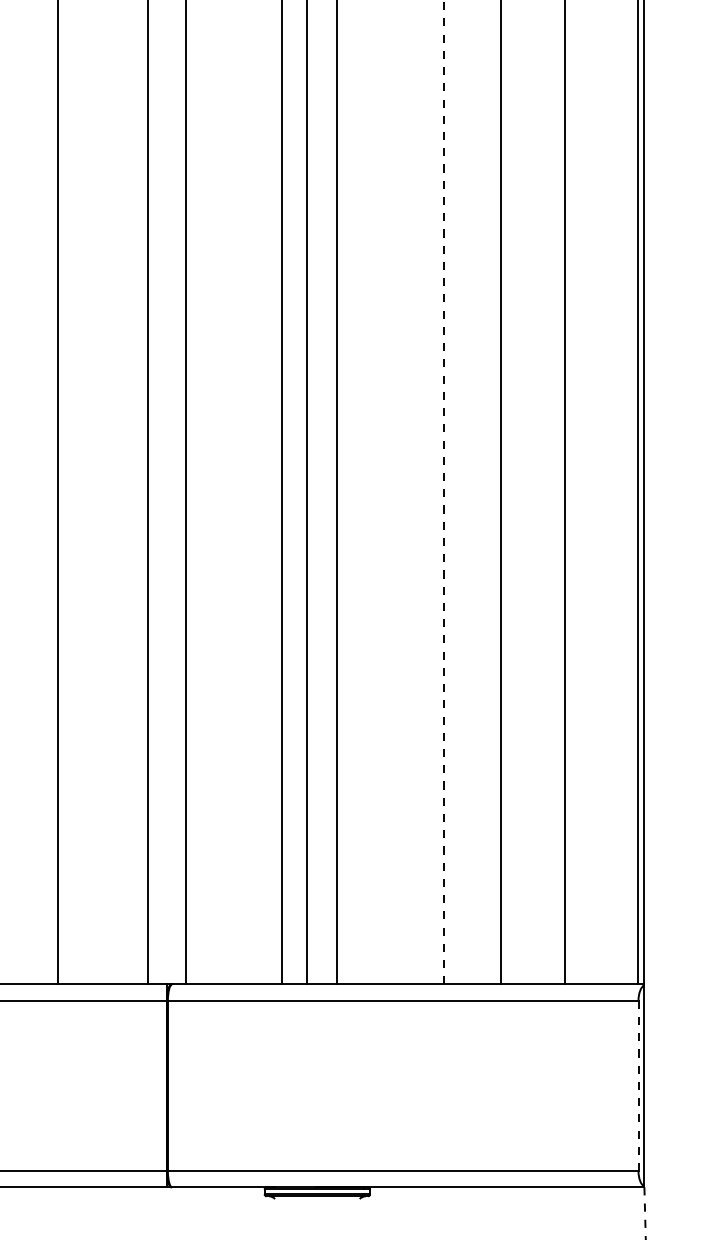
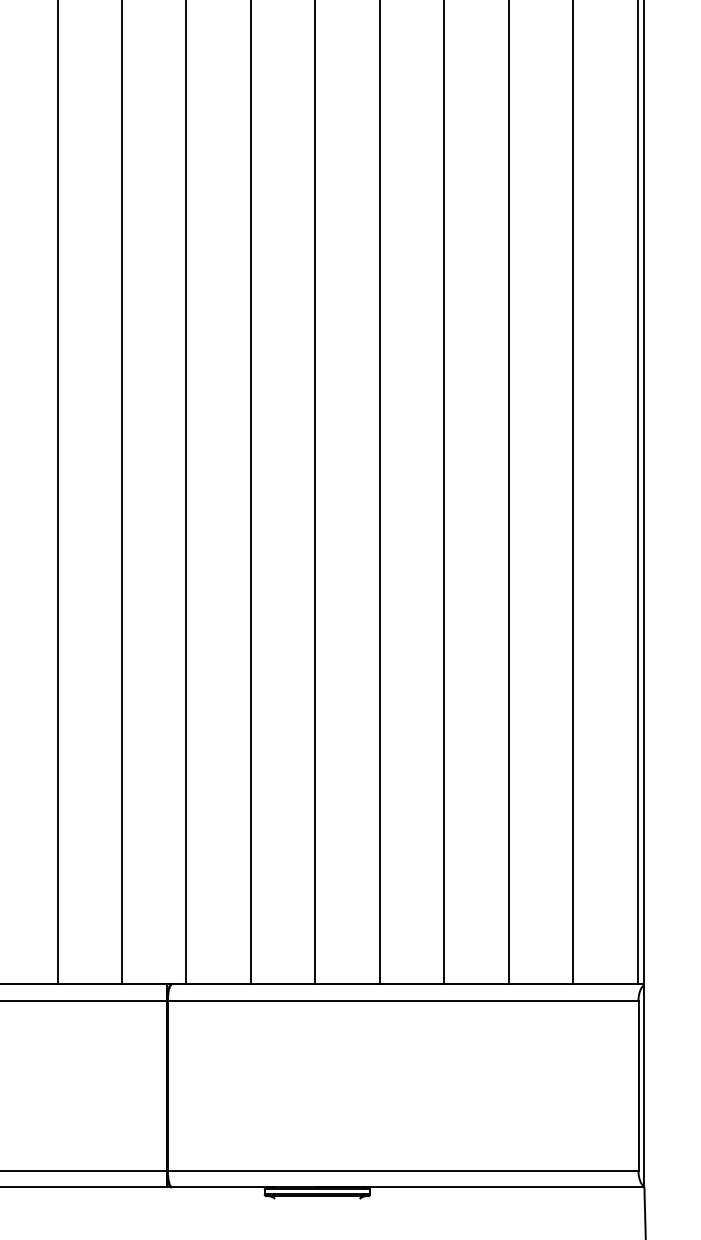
line at (444, 492): dashed -> solid
line at (148, 493) position: (148, 493) -> (122, 493)
line at (281, 493) position: (281, 493) -> (250, 493)
line at (307, 493) position: (307, 493) -> (315, 493)
line at (336, 493) position: (336, 493) -> (379, 493)
line at (500, 493) position: (500, 493) -> (508, 493)
line at (565, 493) position: (565, 493) -> (573, 493)
line at (638, 1085): dashed -> solid
line at (645, 1213): dashed -> solid
